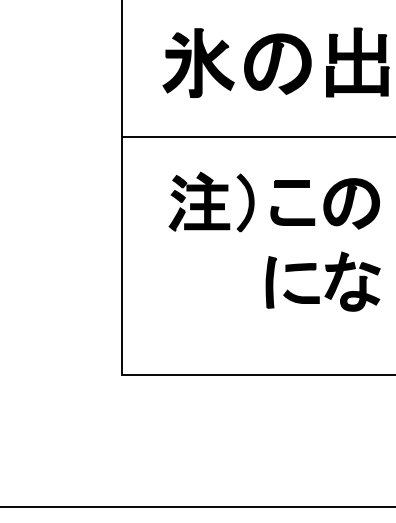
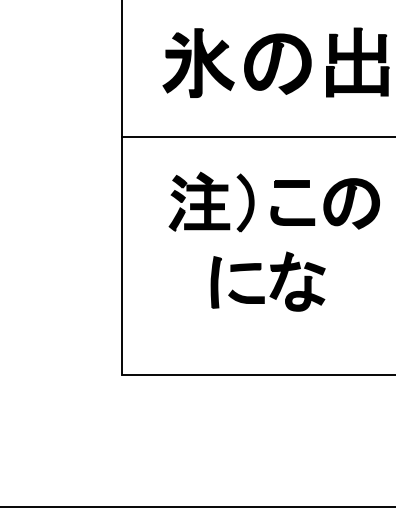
part at (330, 284) position: (330, 284) -> (275, 284)
